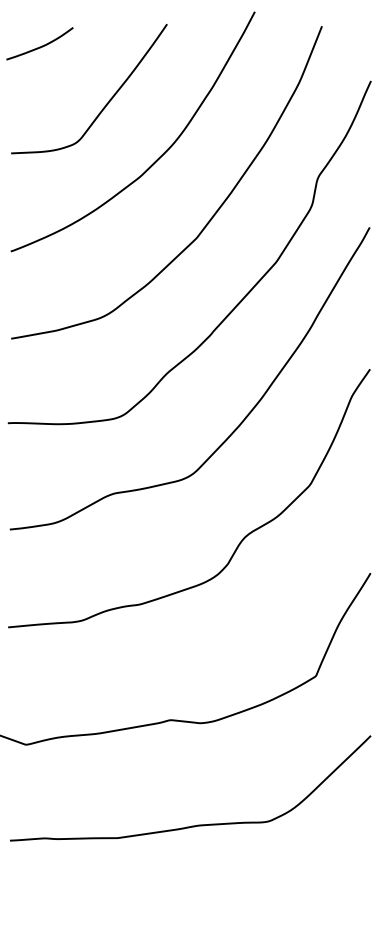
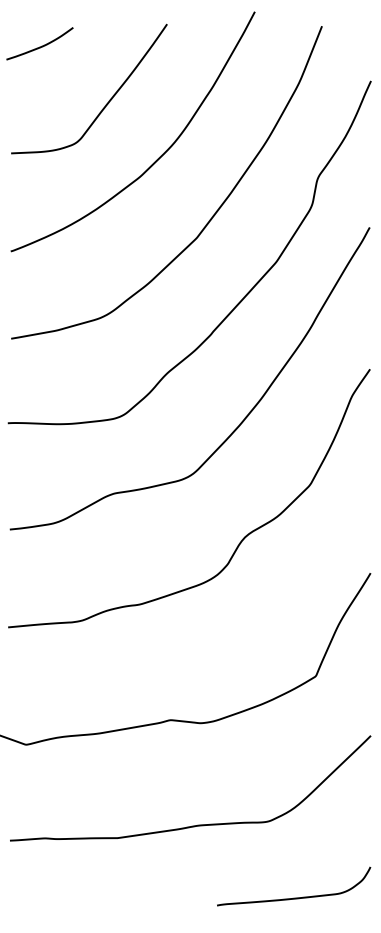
curve at (294, 897): none -> present
